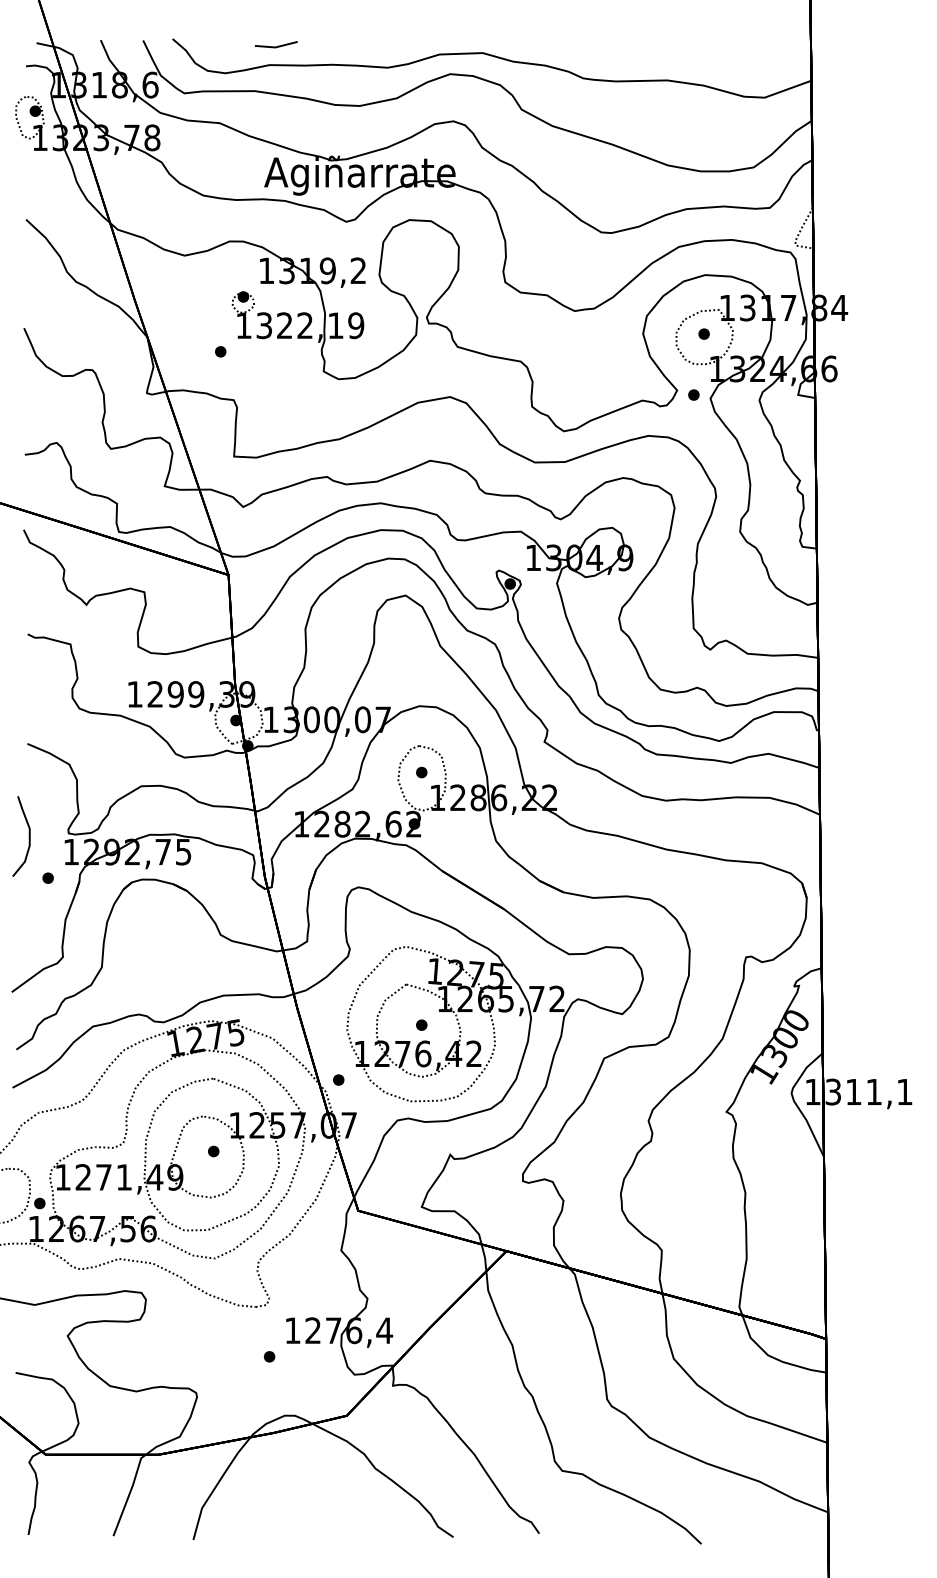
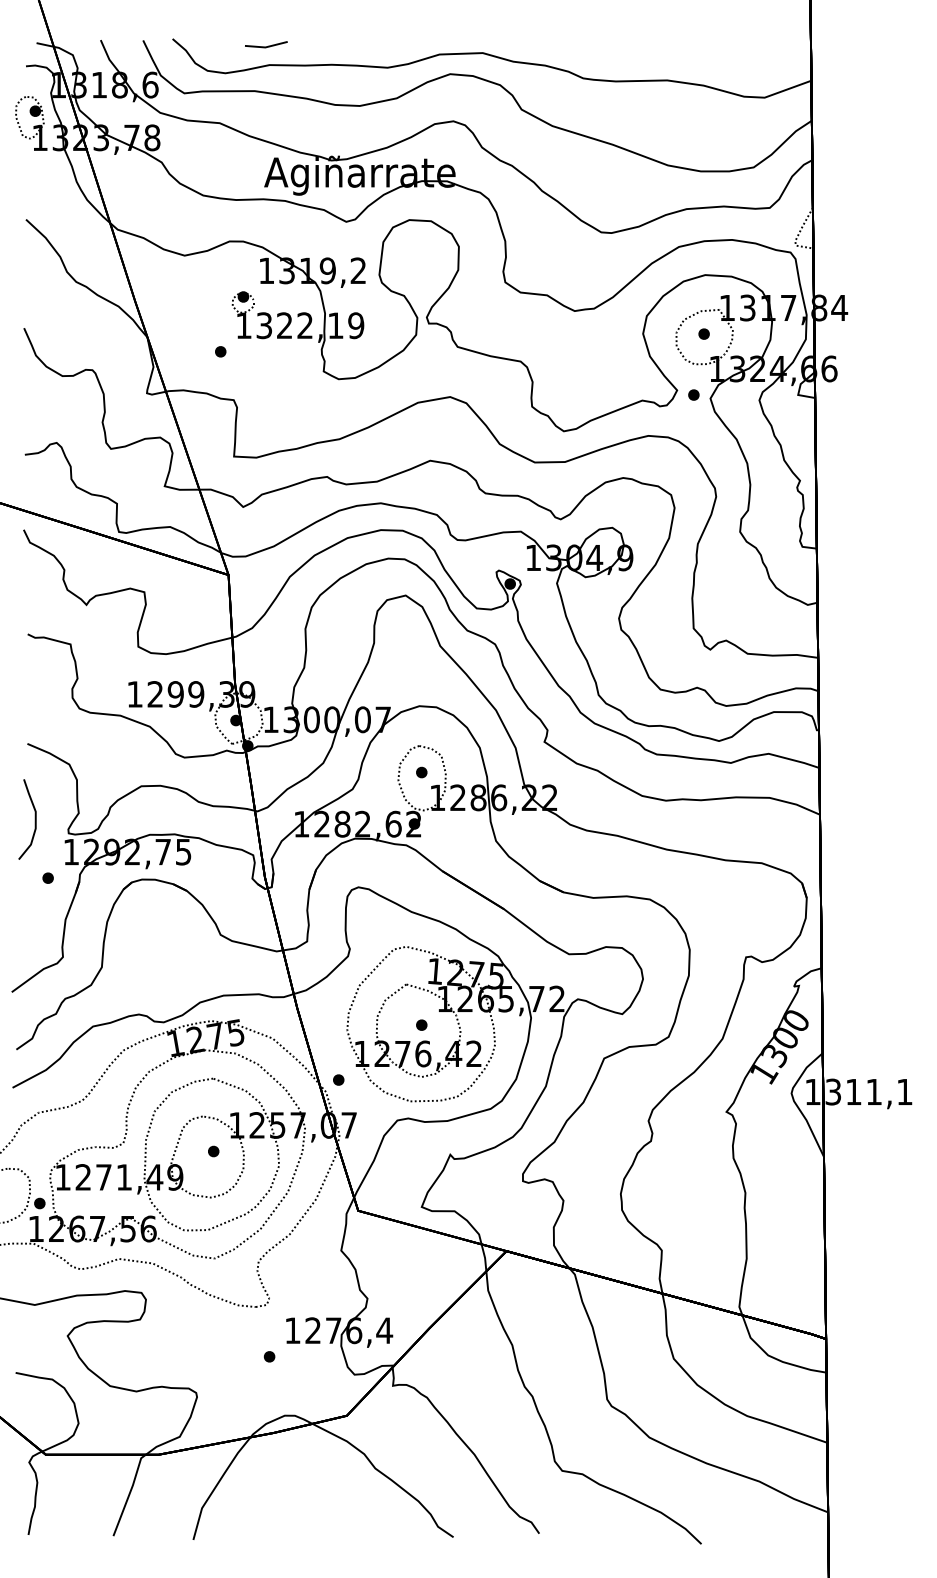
line at (276, 46) position: (276, 46) -> (266, 46)
curve at (28, 836) position: (28, 836) -> (34, 819)
